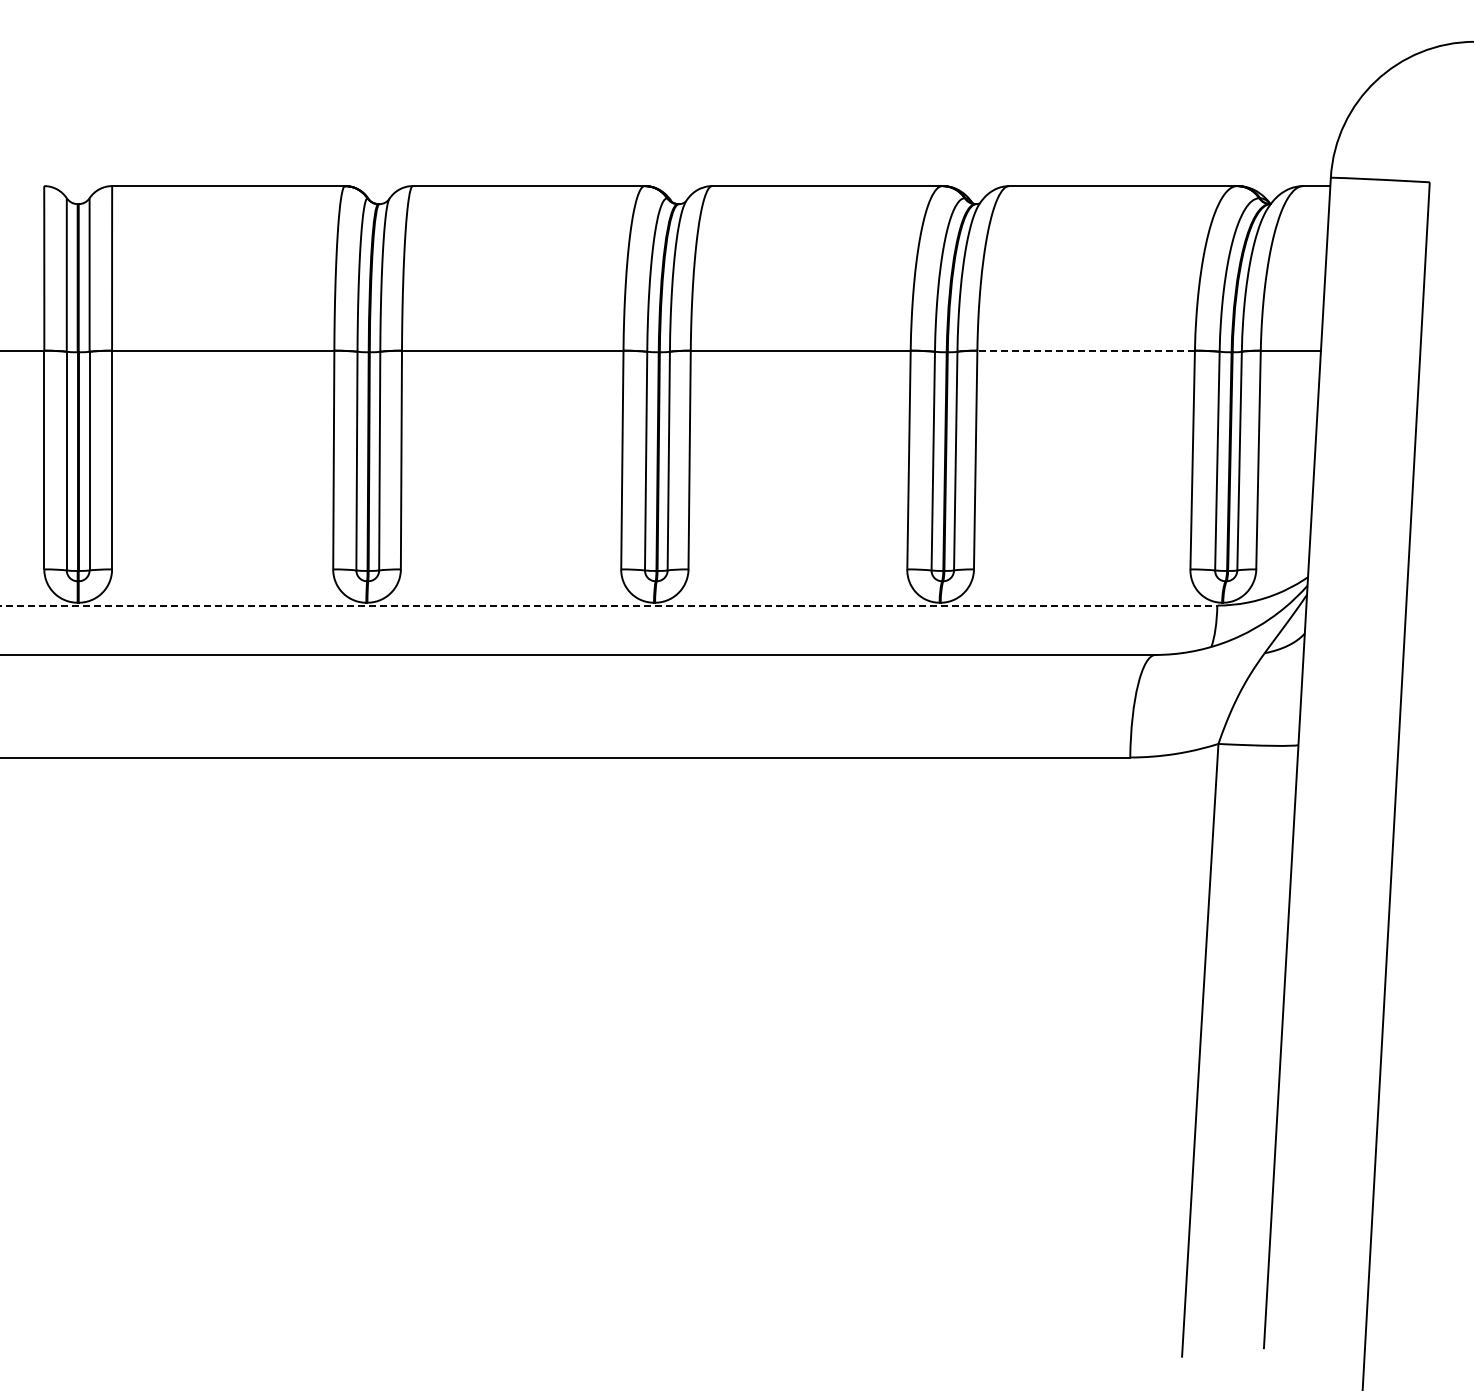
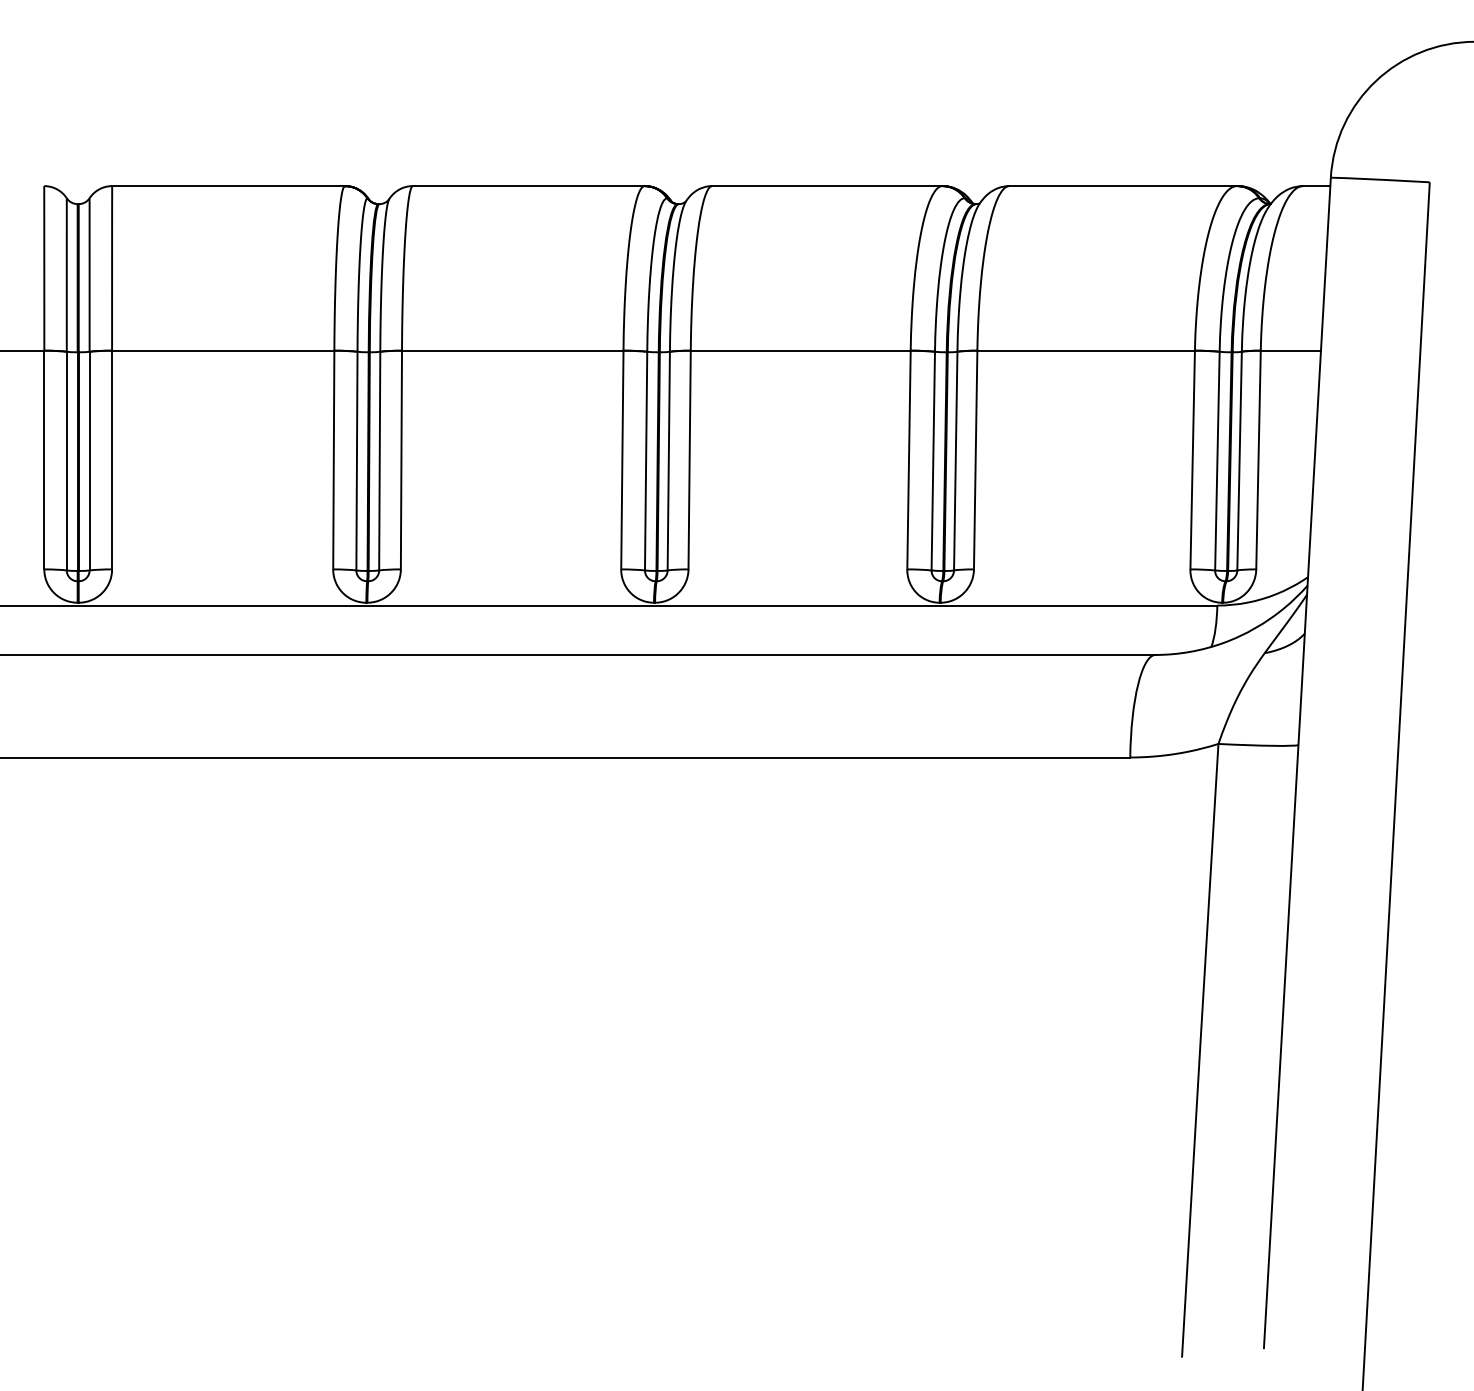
line at (1086, 350): dashed -> solid
line at (609, 605): dashed -> solid
